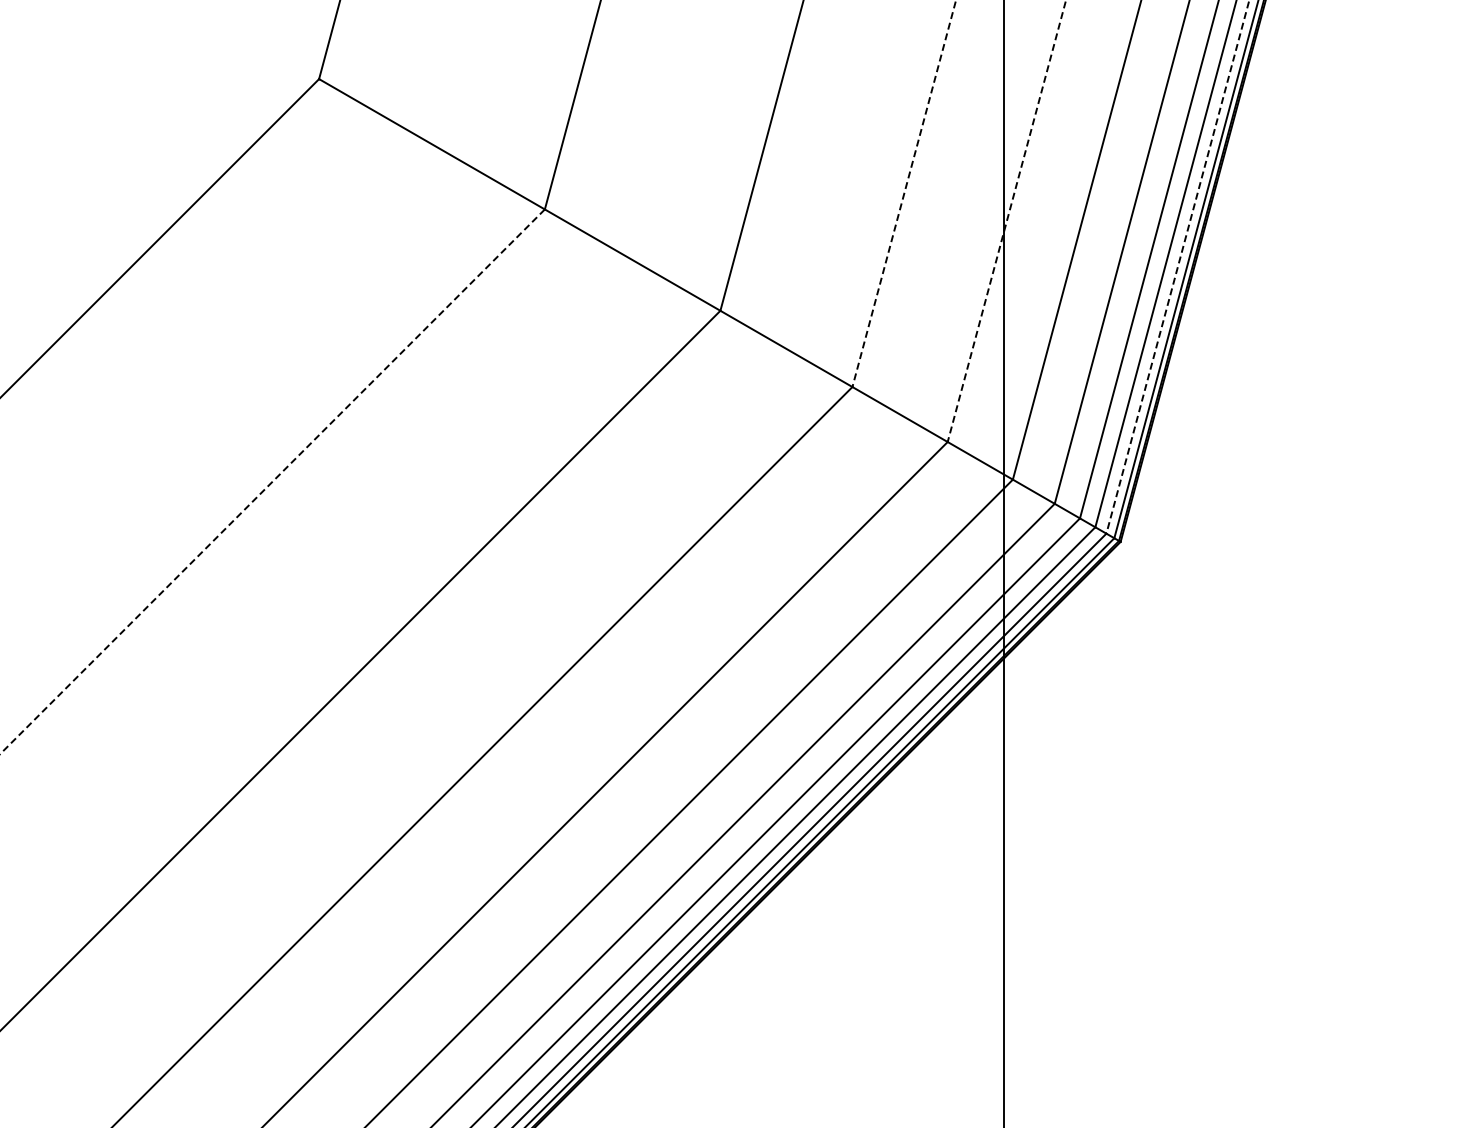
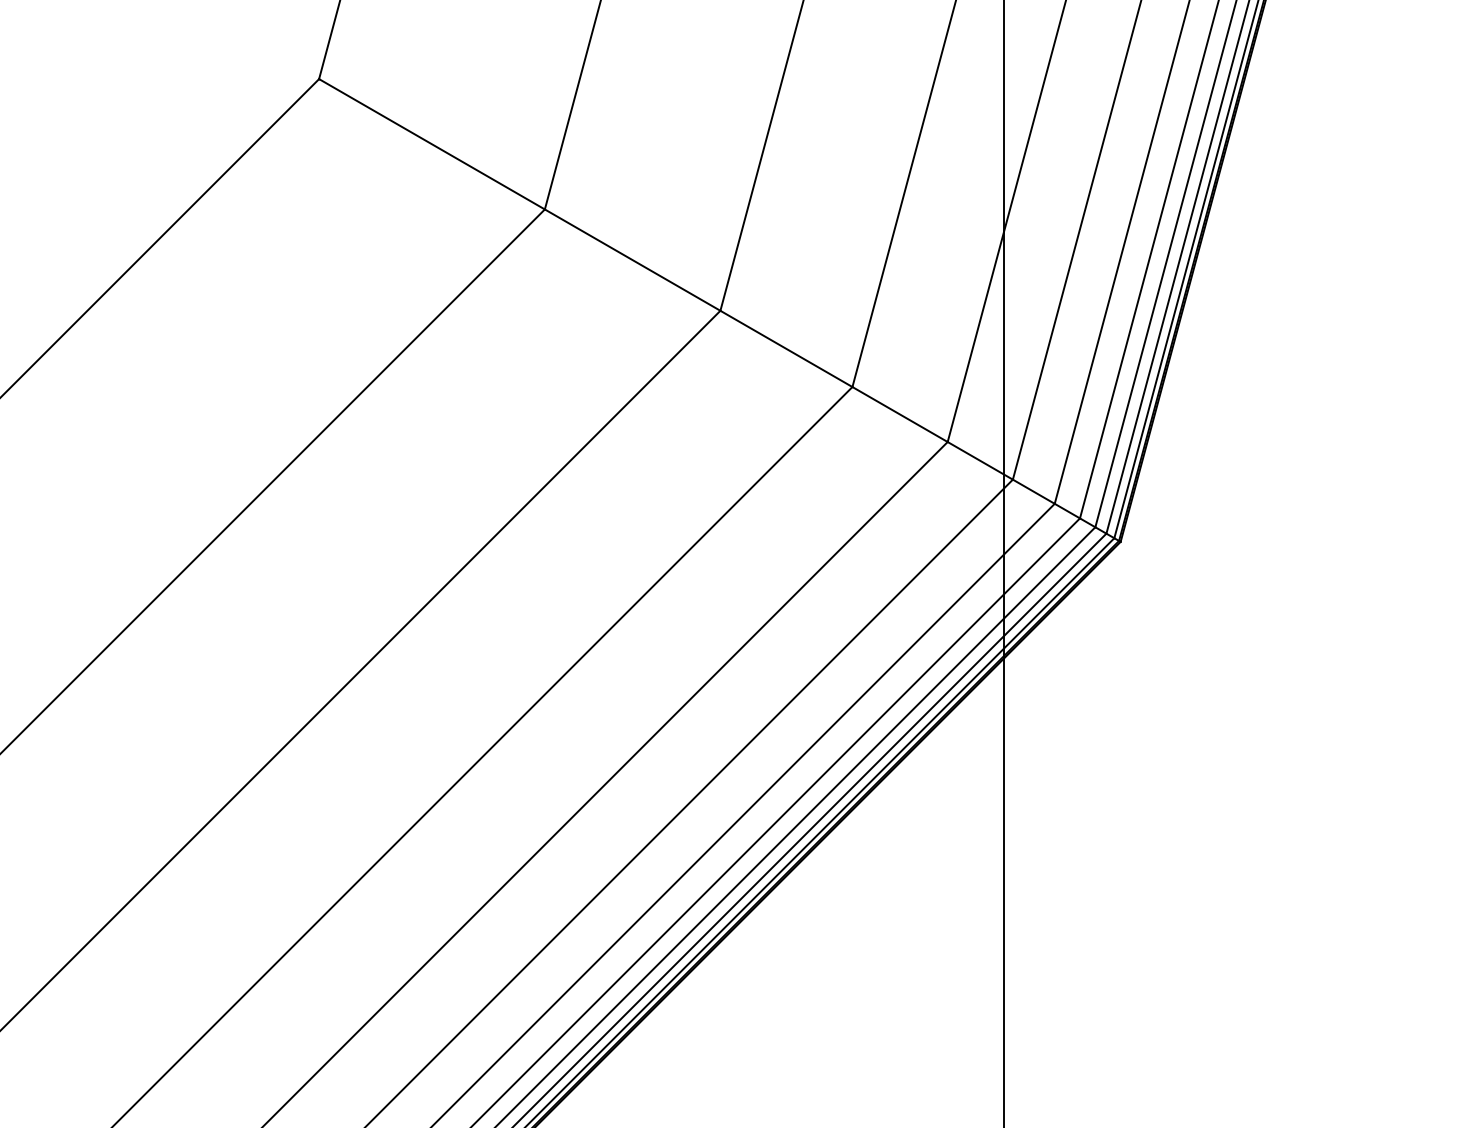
line at (904, 193): dashed -> solid
line at (1006, 221): dashed -> solid
line at (1177, 267): dashed -> solid
line at (272, 482): dashed -> solid
